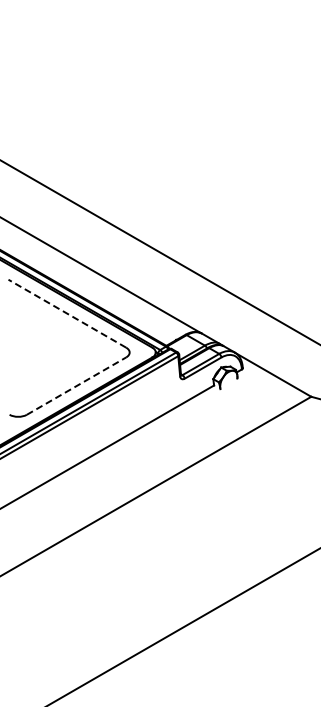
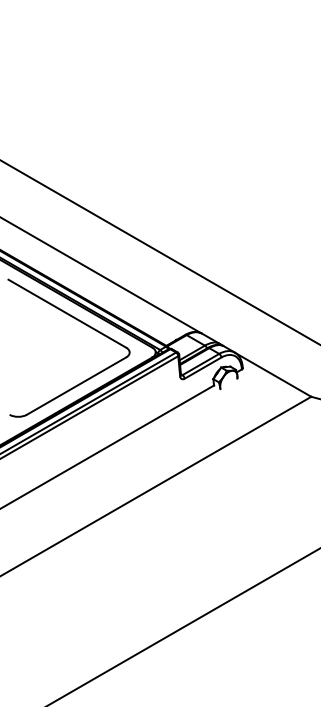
line at (67, 313): dashed -> solid
line at (76, 385): dashed -> solid
